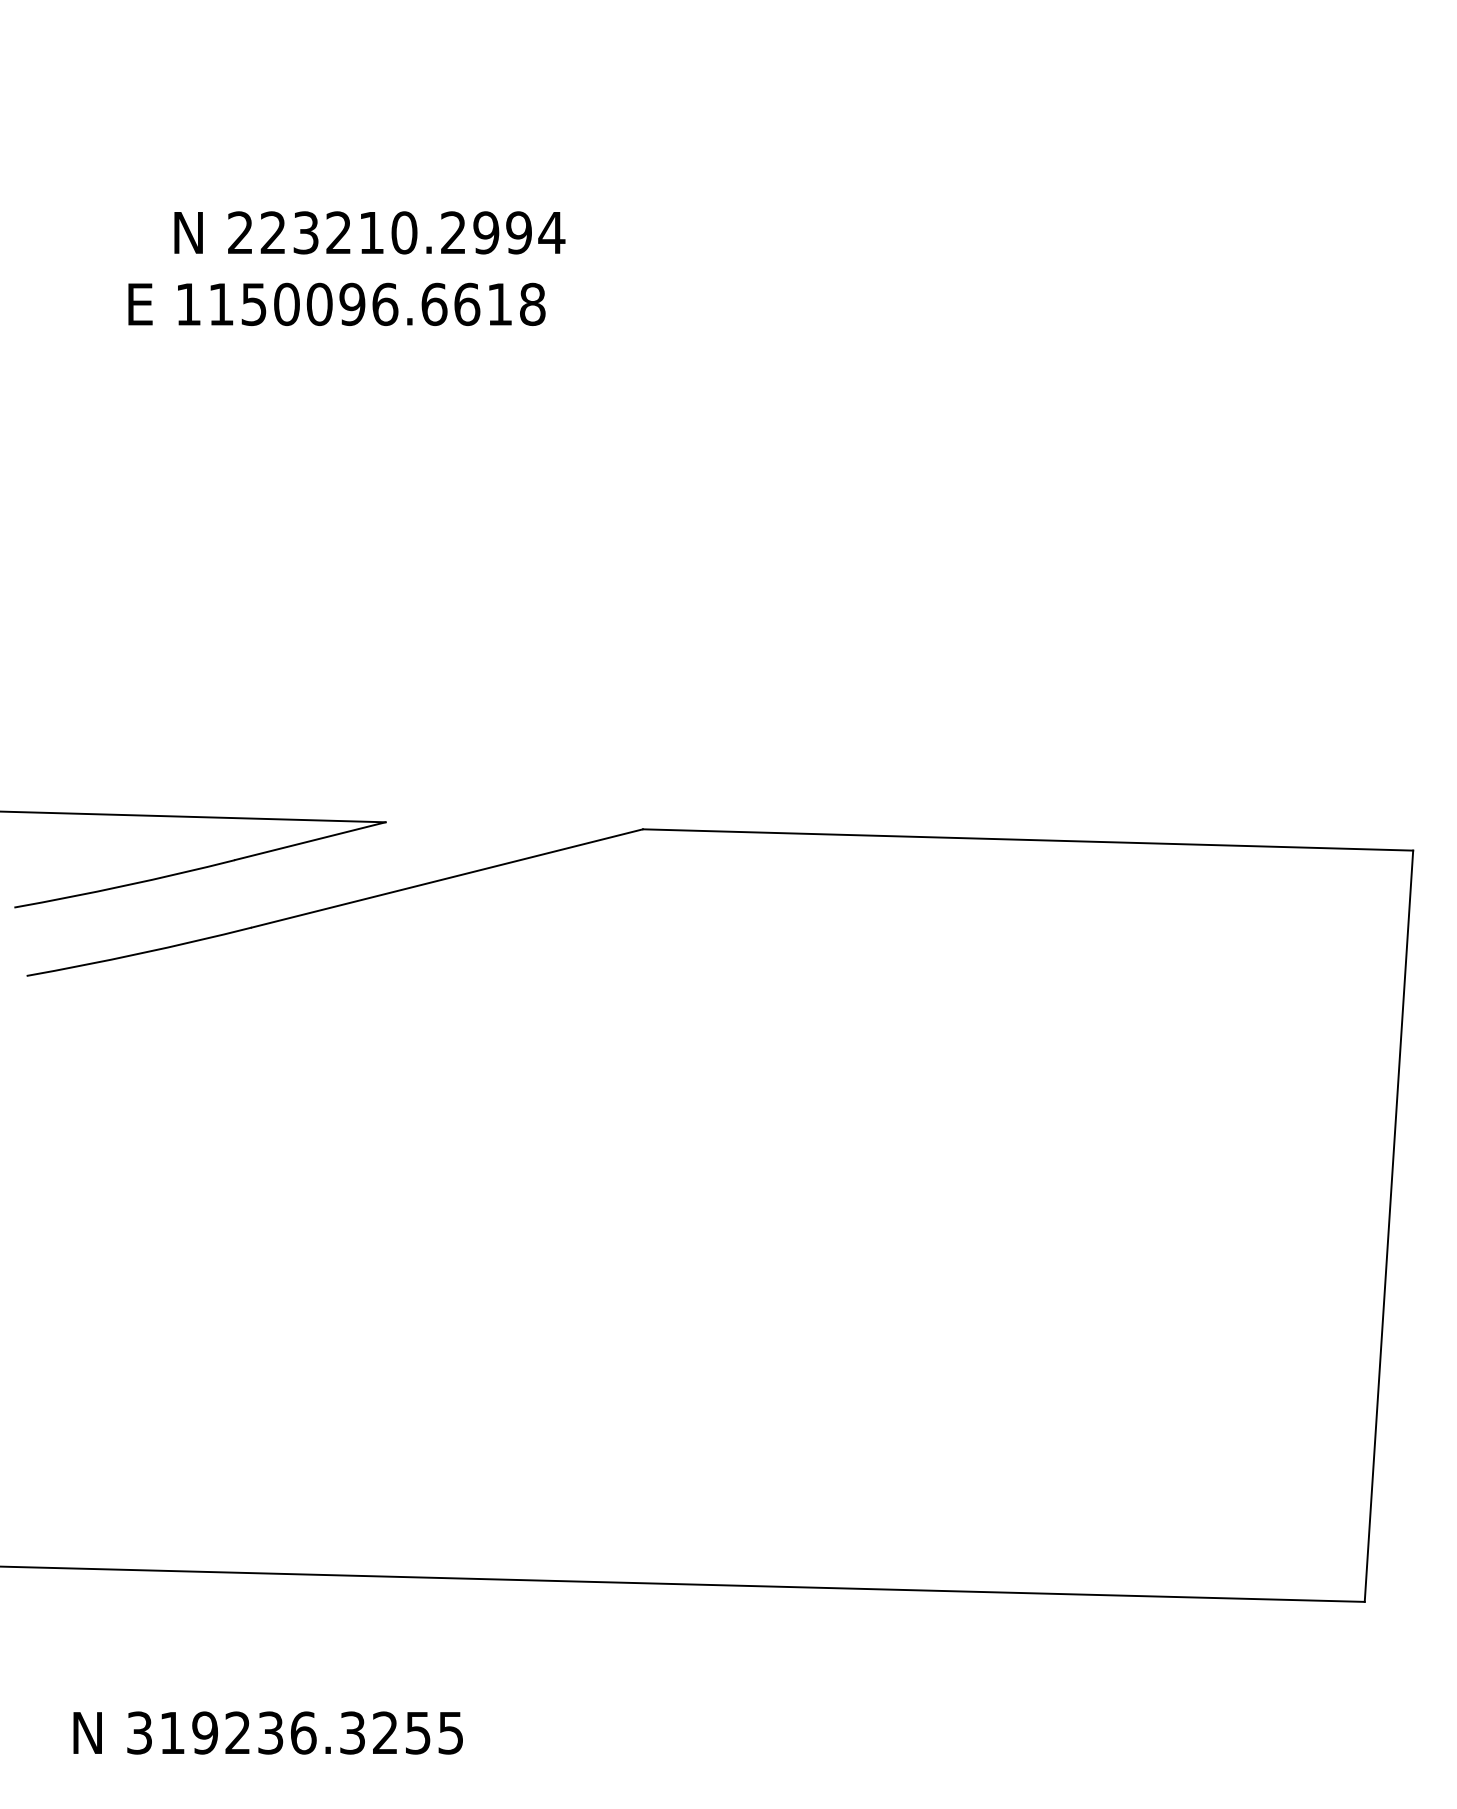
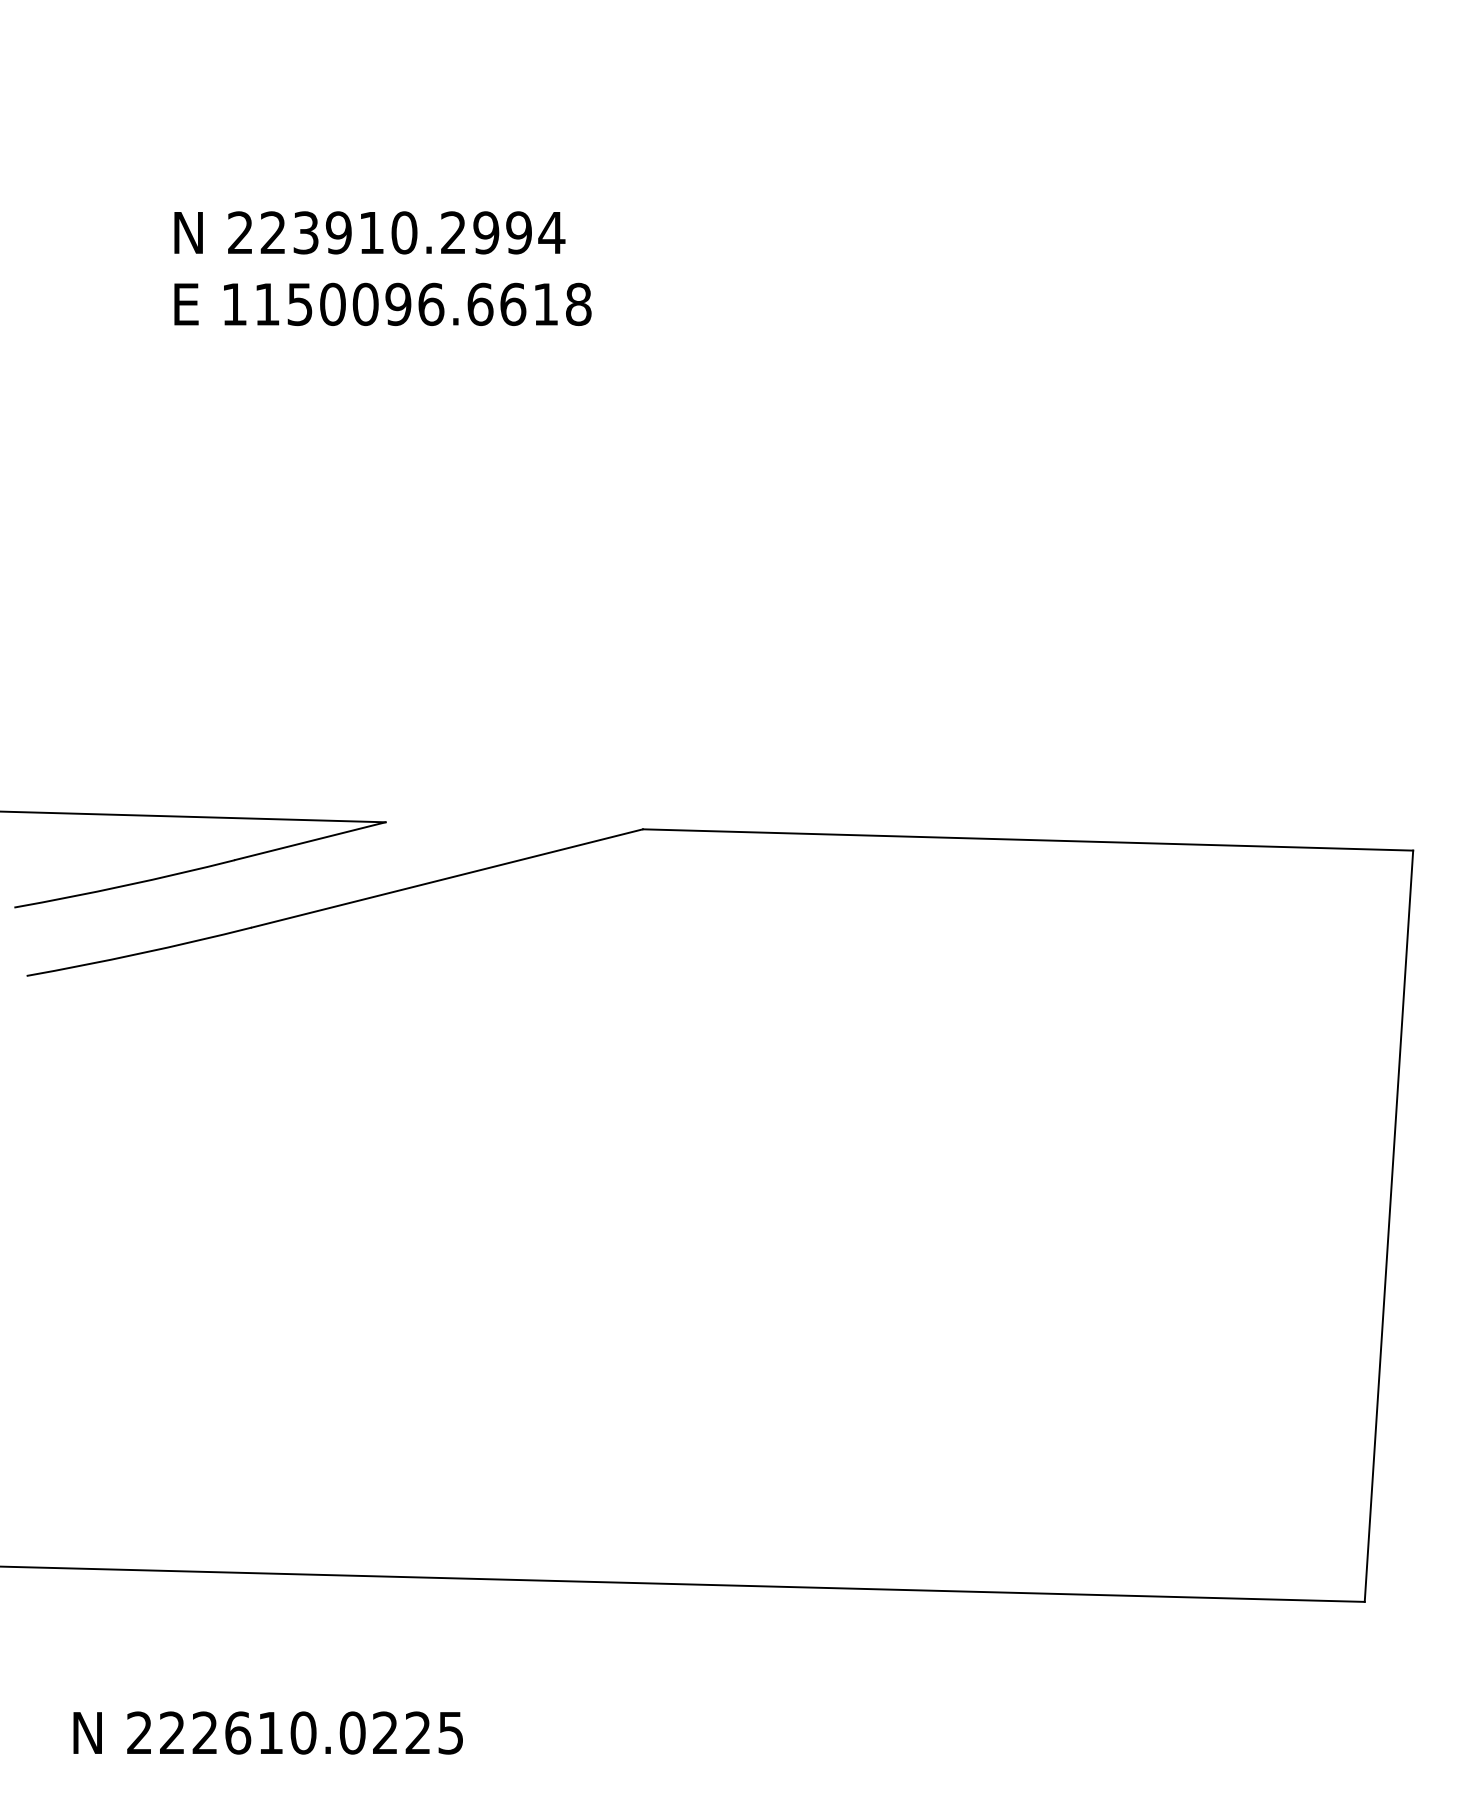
text at (338, 232): 223210.2994 -> 223910.2994
text at (336, 303) position: (336, 303) -> (382, 303)
text at (278, 1732): 319236.3255 -> 222610.0225
